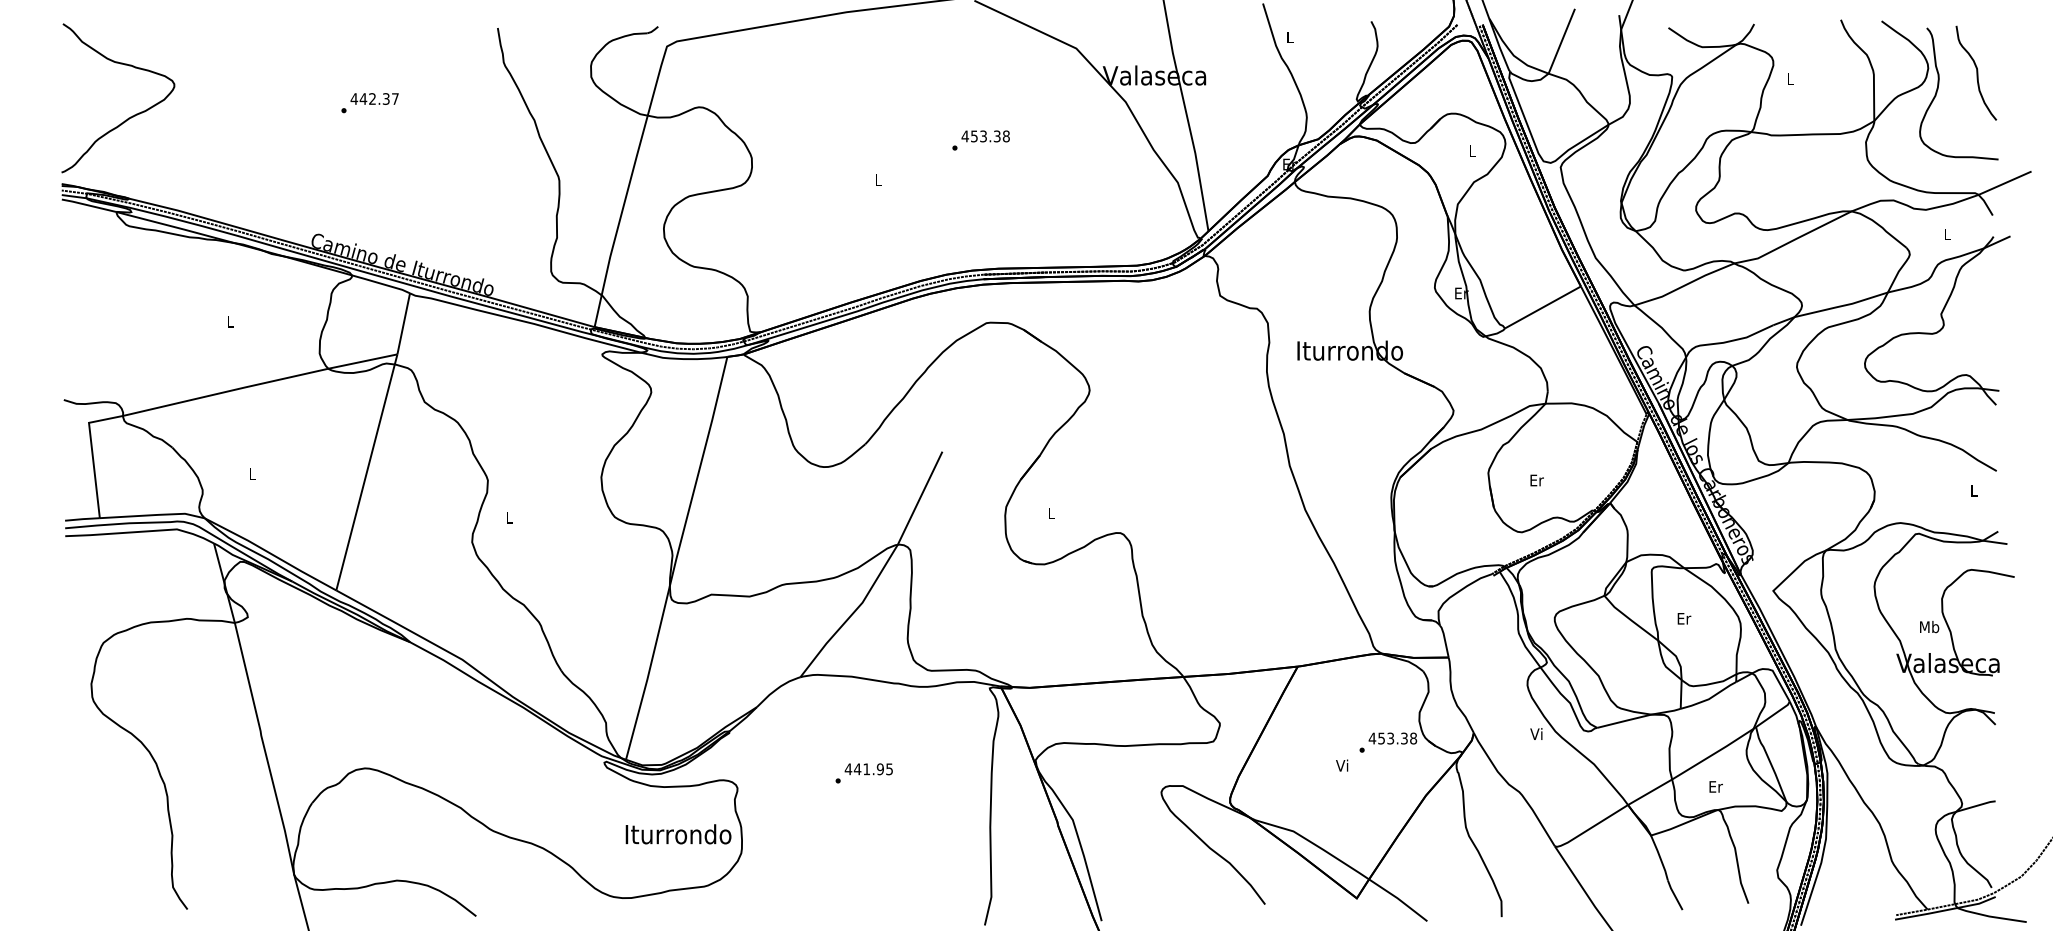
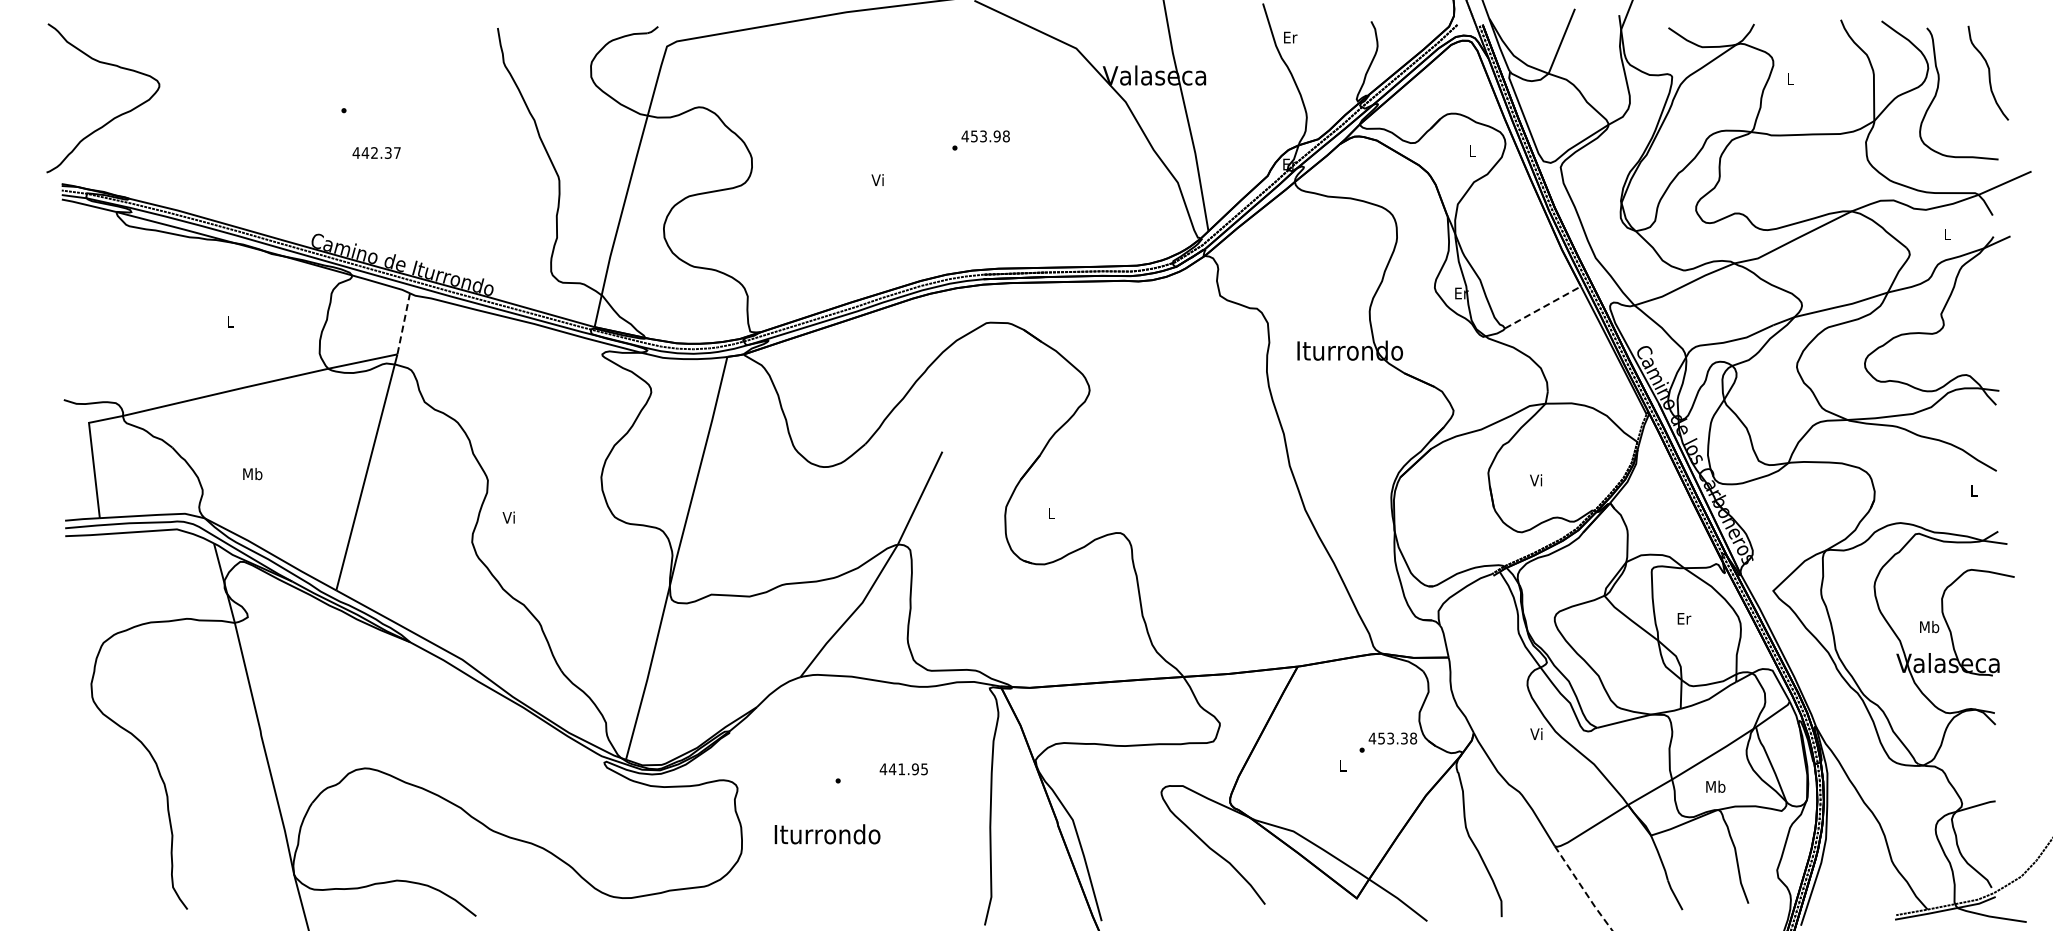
text at (1290, 37): L -> Er
curve at (1976, 72) position: (1976, 72) -> (1988, 72)
text at (374, 98) position: (374, 98) -> (376, 152)
curve at (128, 117) position: (128, 117) -> (113, 117)
text at (996, 136): 453.38 -> 453.98
text at (877, 179): L -> Vi
line at (1543, 307): solid -> dashed
line at (403, 324): solid -> dashed
text at (252, 474): L -> Mb
text at (1536, 480): Er -> Vi
text at (508, 517): L -> Vi
text at (1342, 765): Vi -> L
text at (868, 769) position: (868, 769) -> (903, 769)
text at (1715, 786): Er -> Mb
text at (678, 834) position: (678, 834) -> (827, 834)
line at (1583, 889): solid -> dashed
